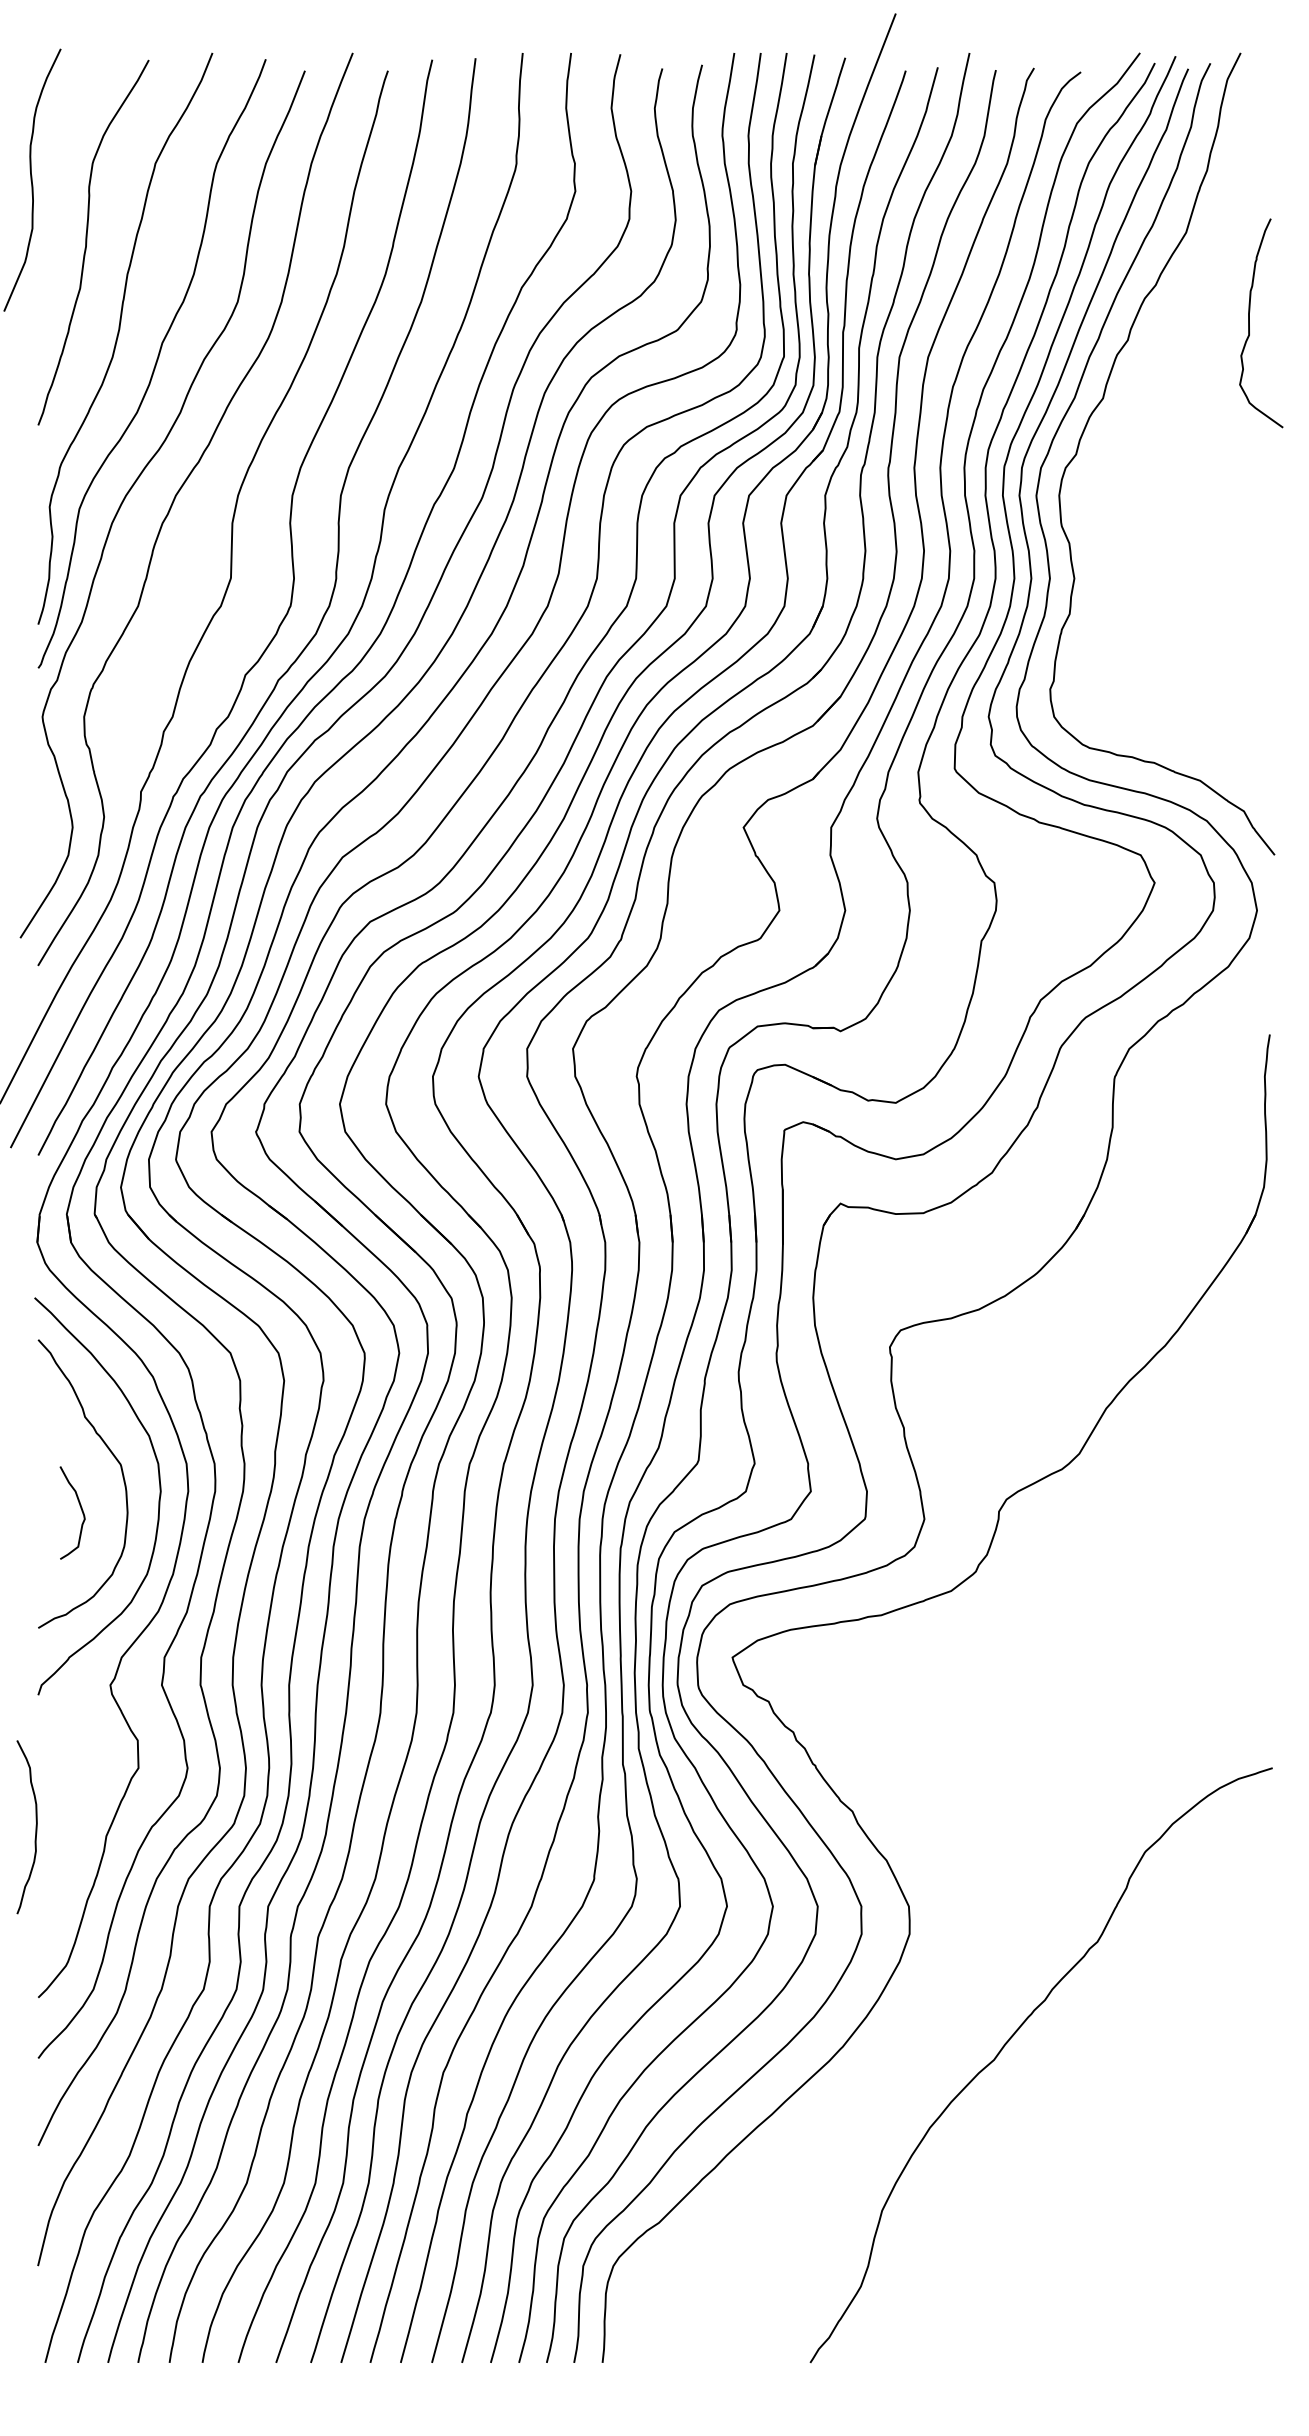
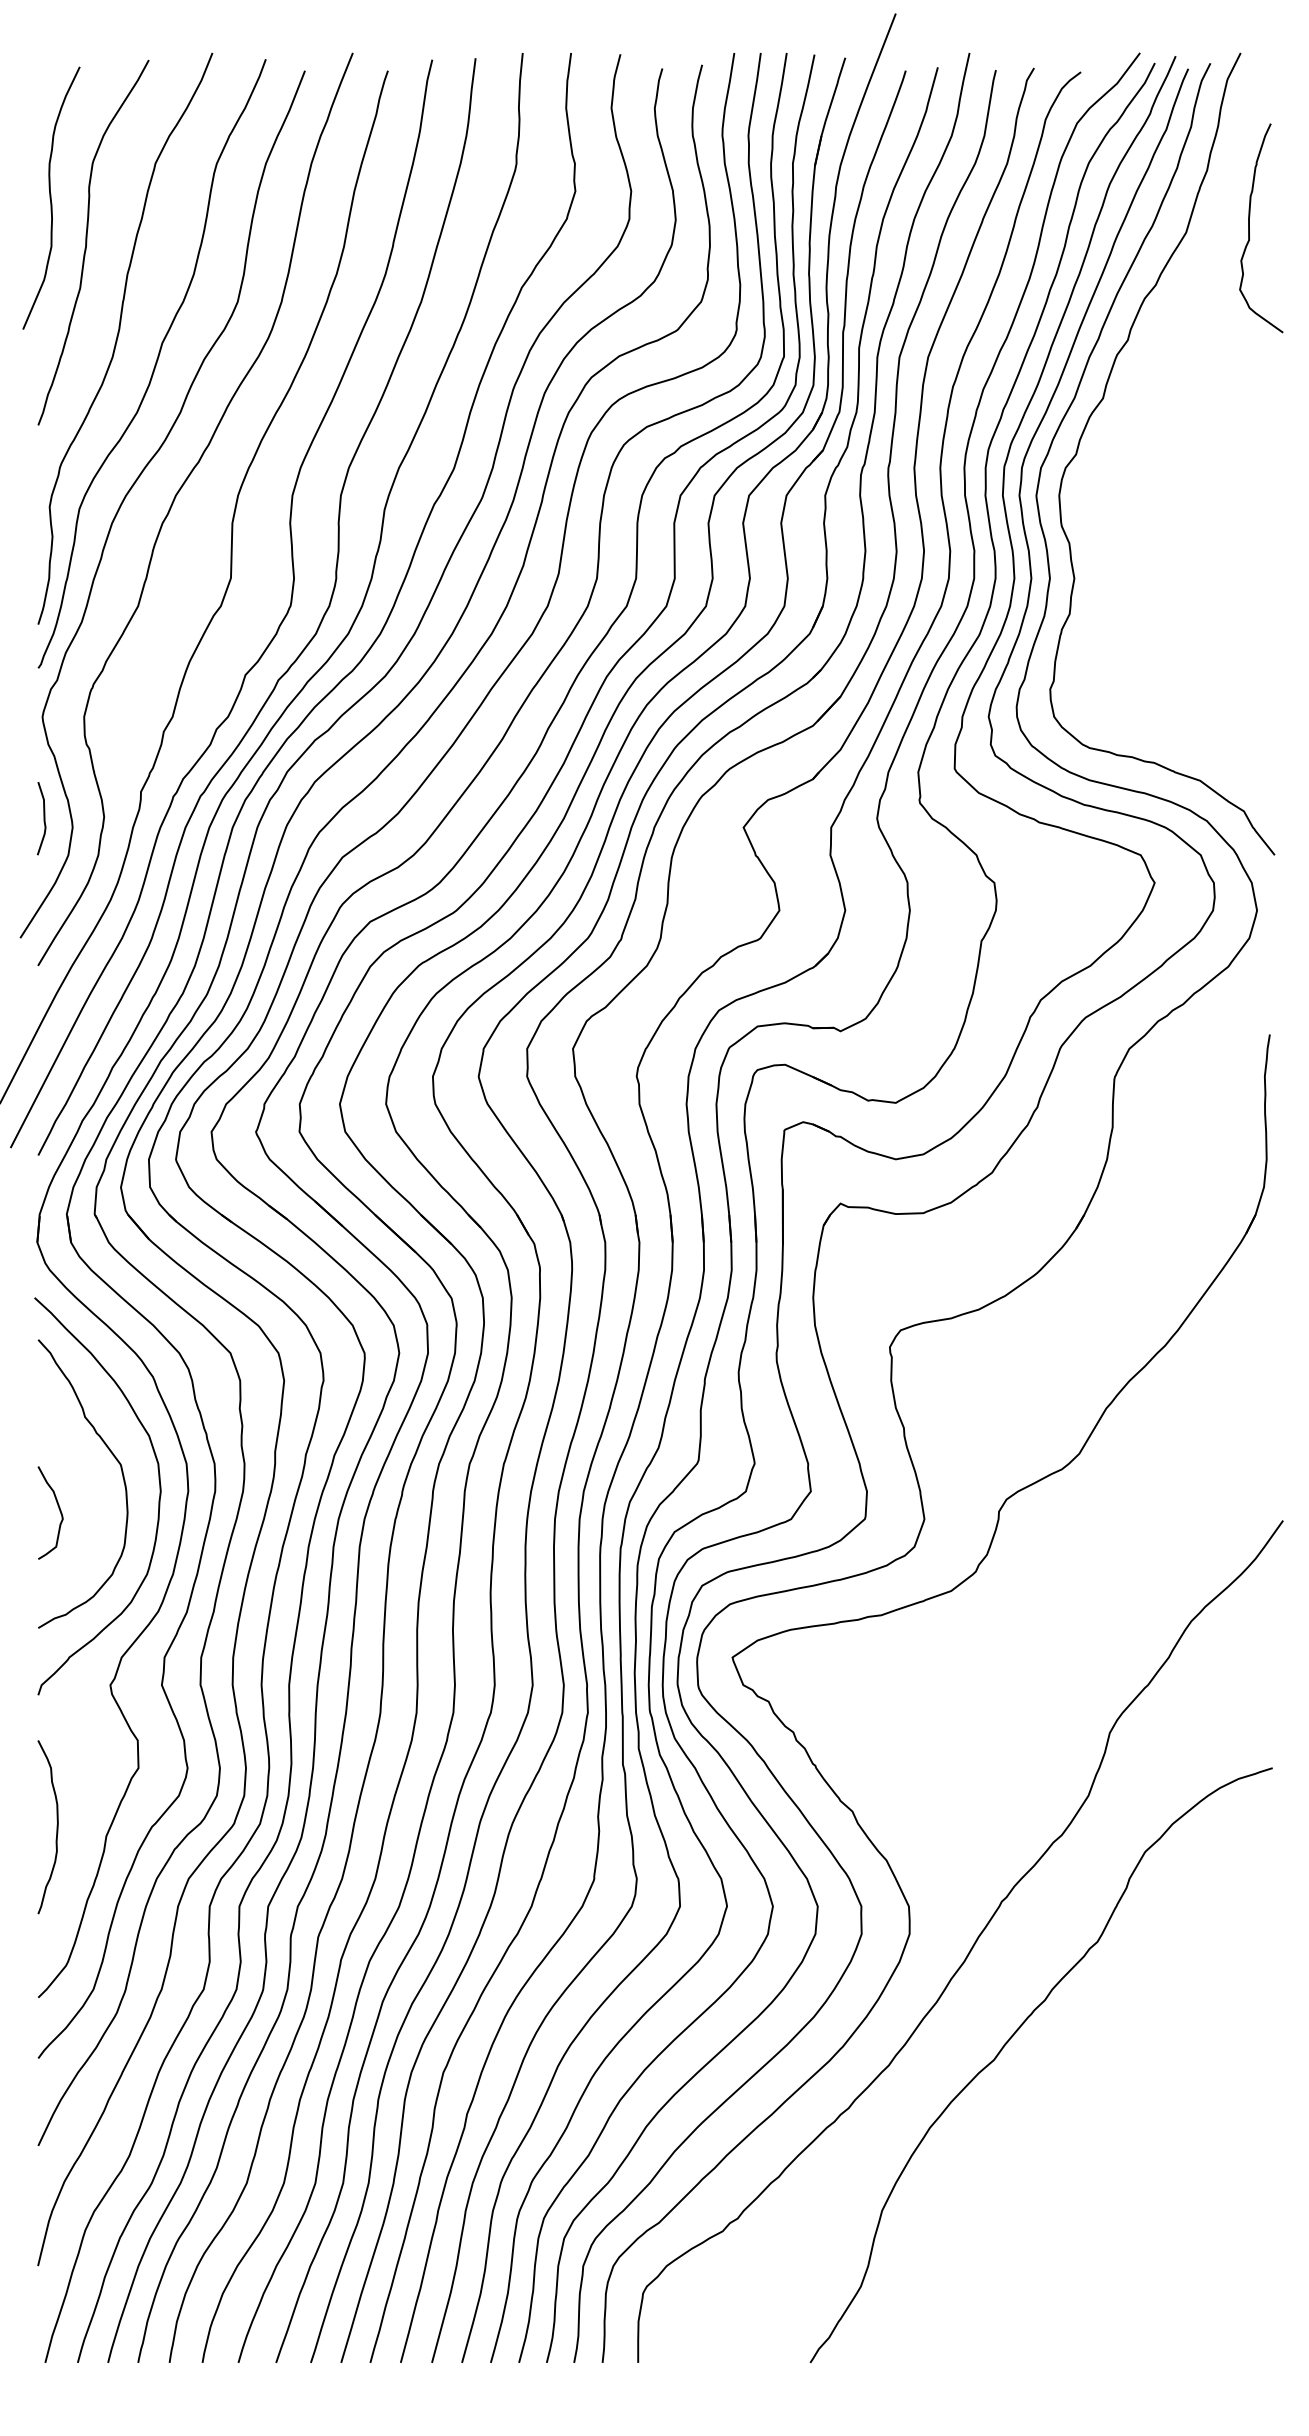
curve at (32, 179) position: (32, 179) -> (51, 197)
curve at (1249, 323) position: (1249, 323) -> (1249, 228)
curve at (43, 818): none -> present
curve at (80, 1508) position: (80, 1508) -> (58, 1508)
curve at (35, 1827) position: (35, 1827) -> (56, 1827)
curve at (970, 1948): none -> present
